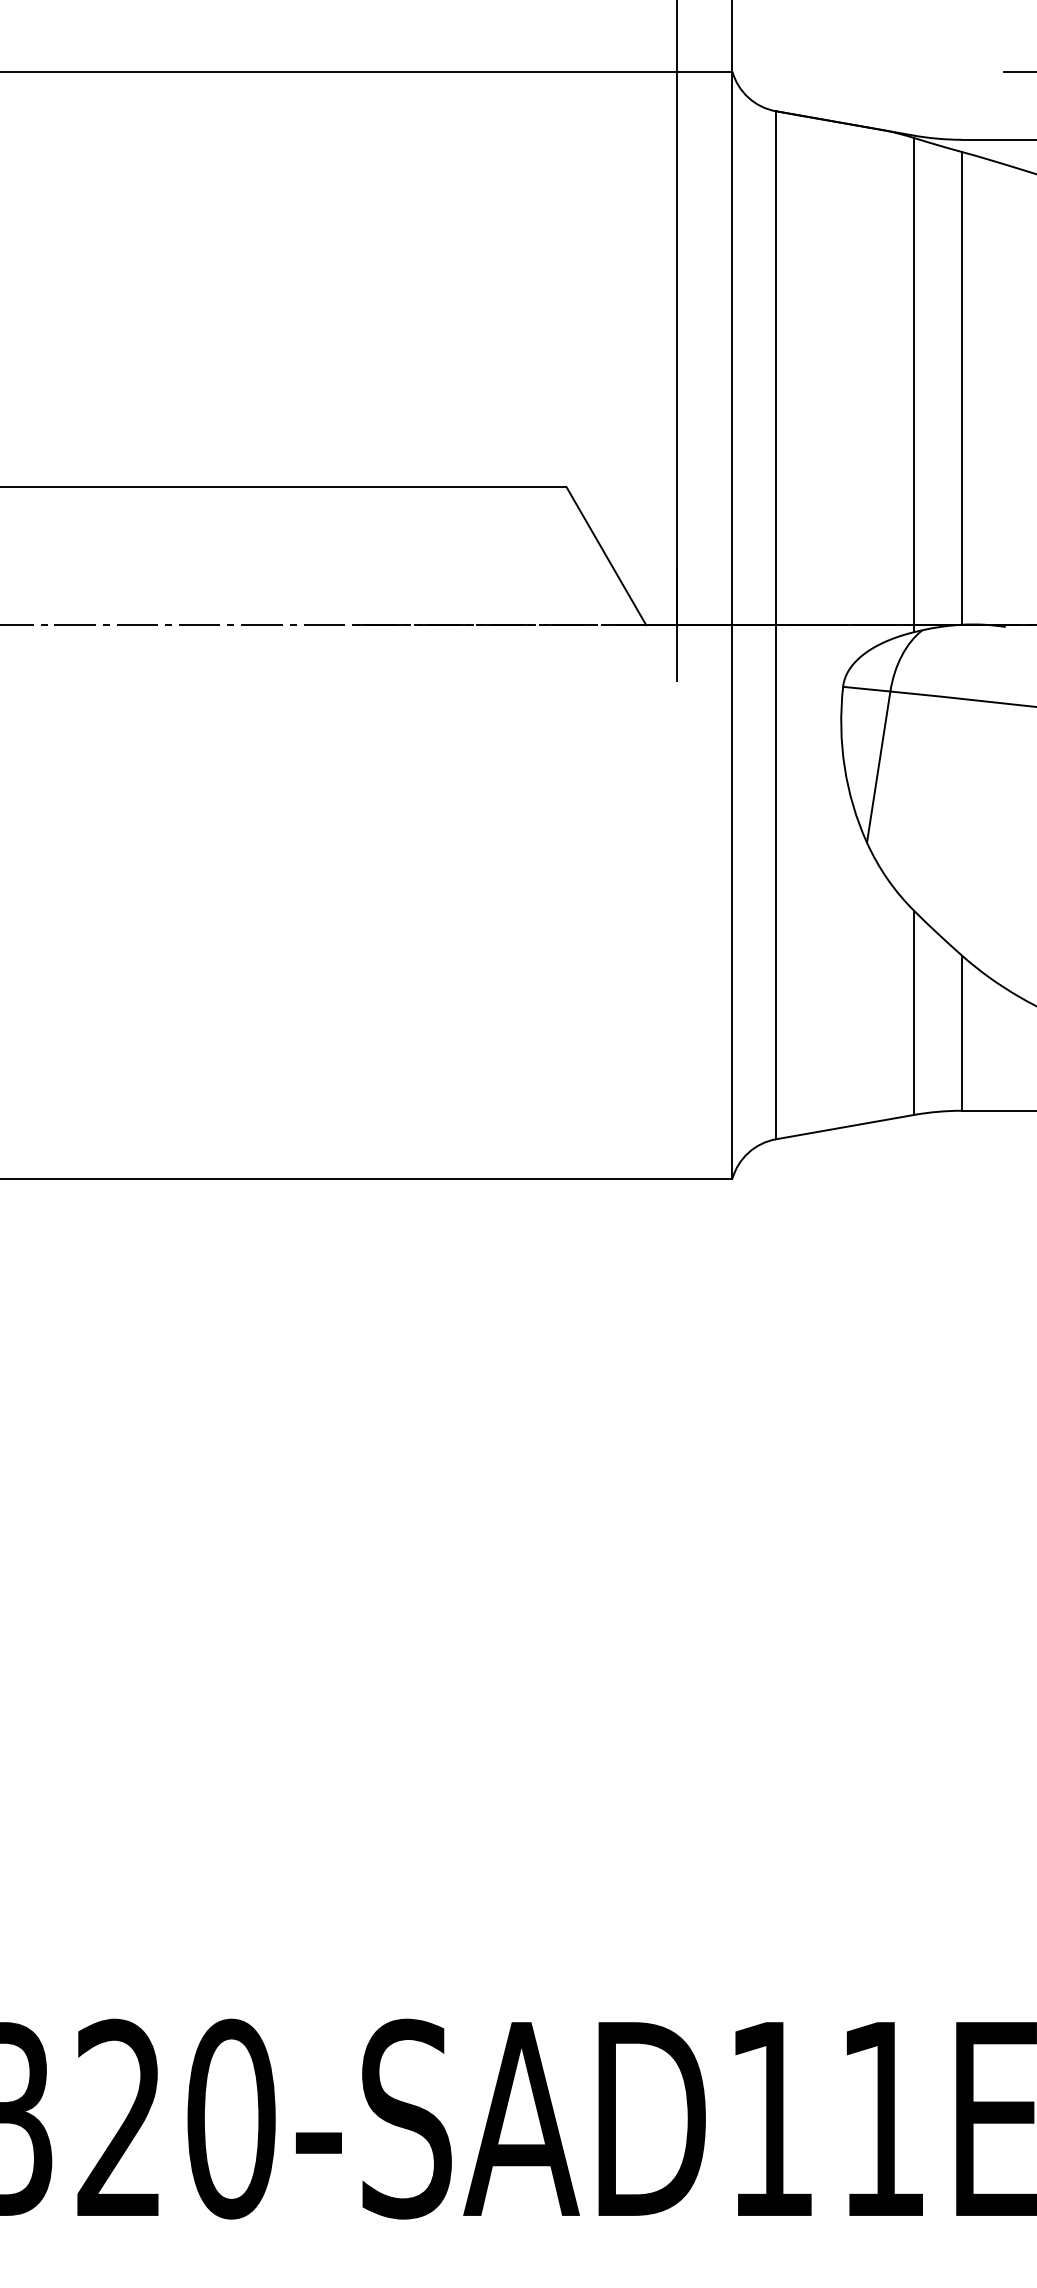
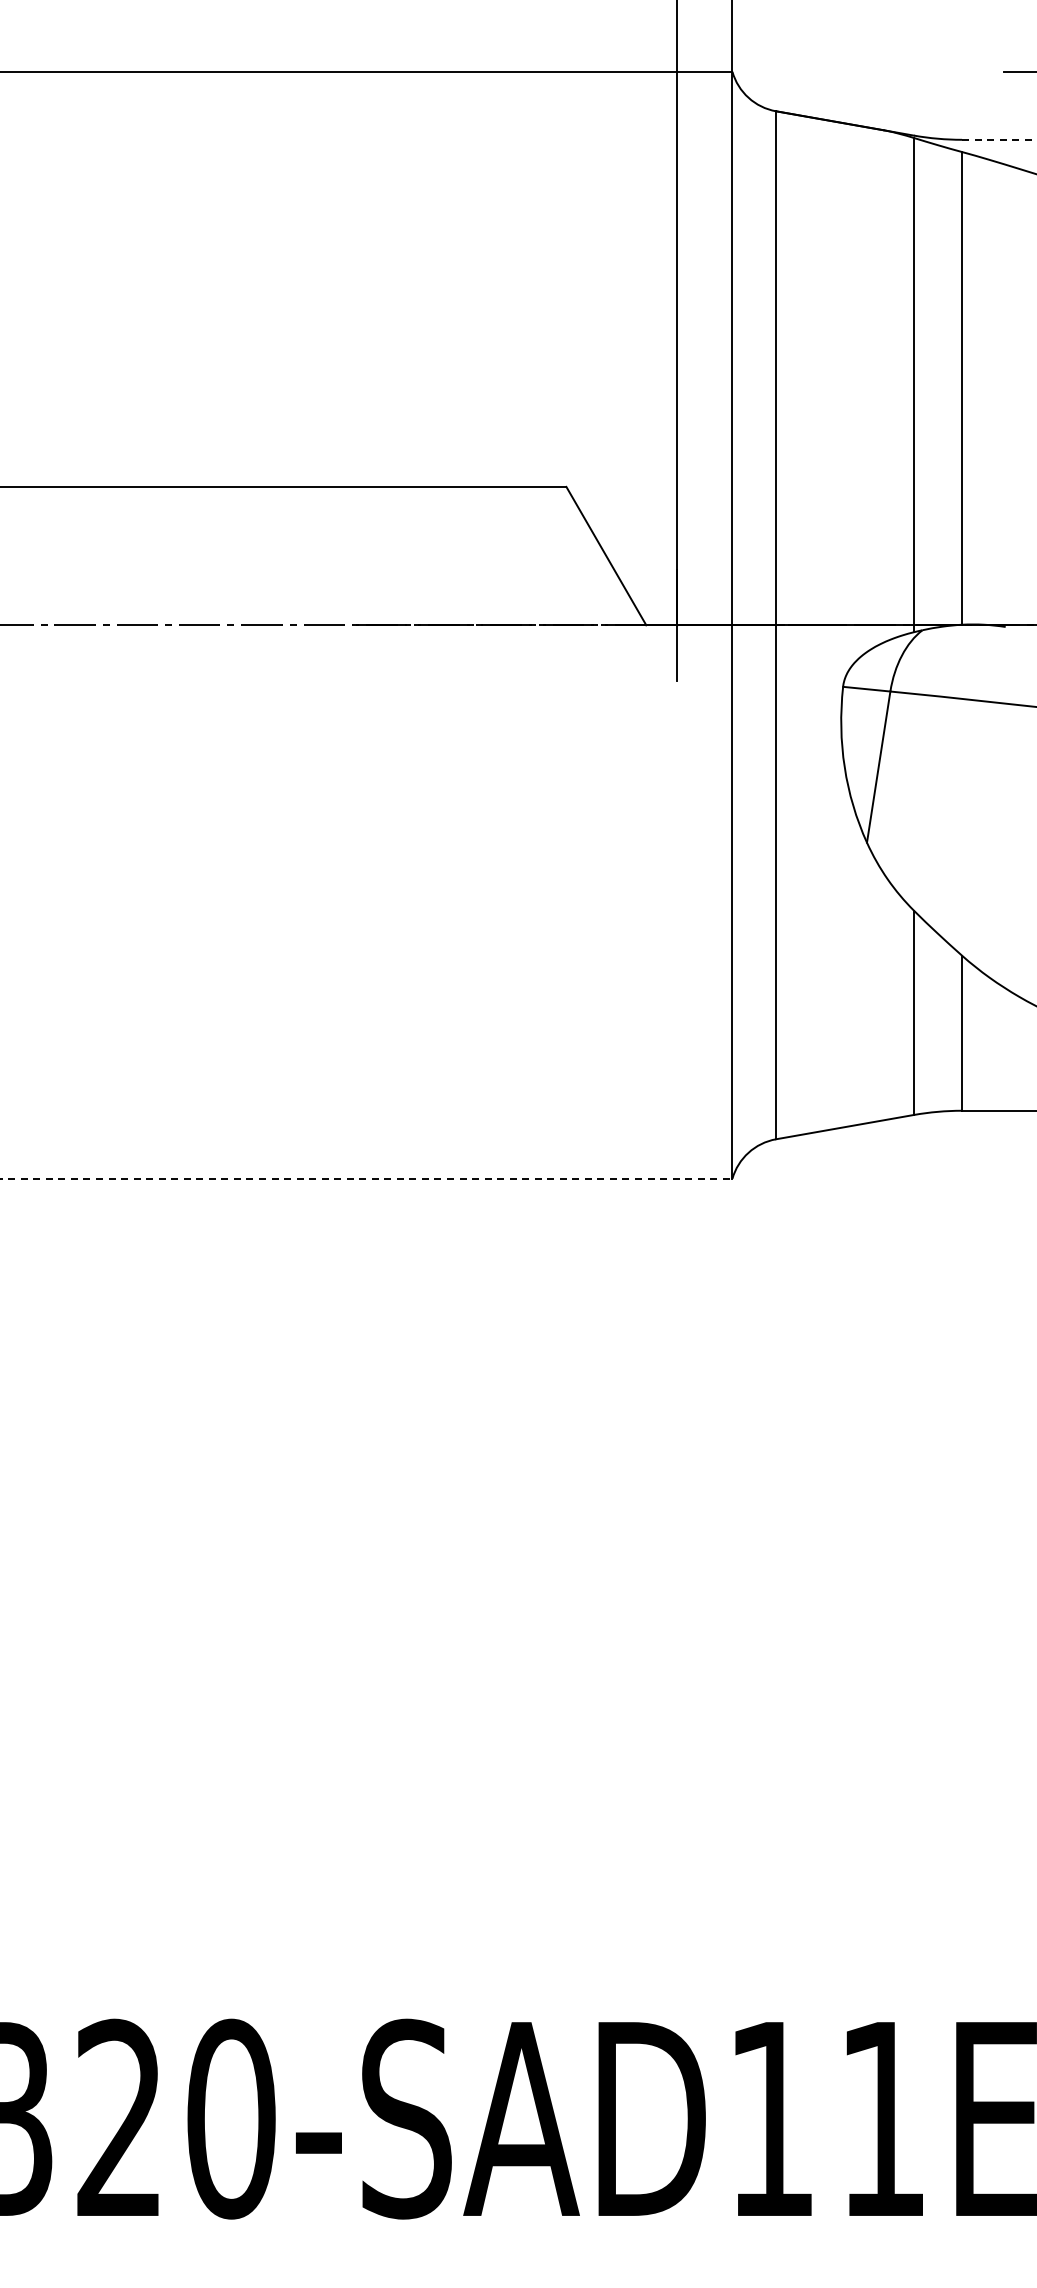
line at (999, 139): solid -> dashed
line at (366, 1178): solid -> dashed
